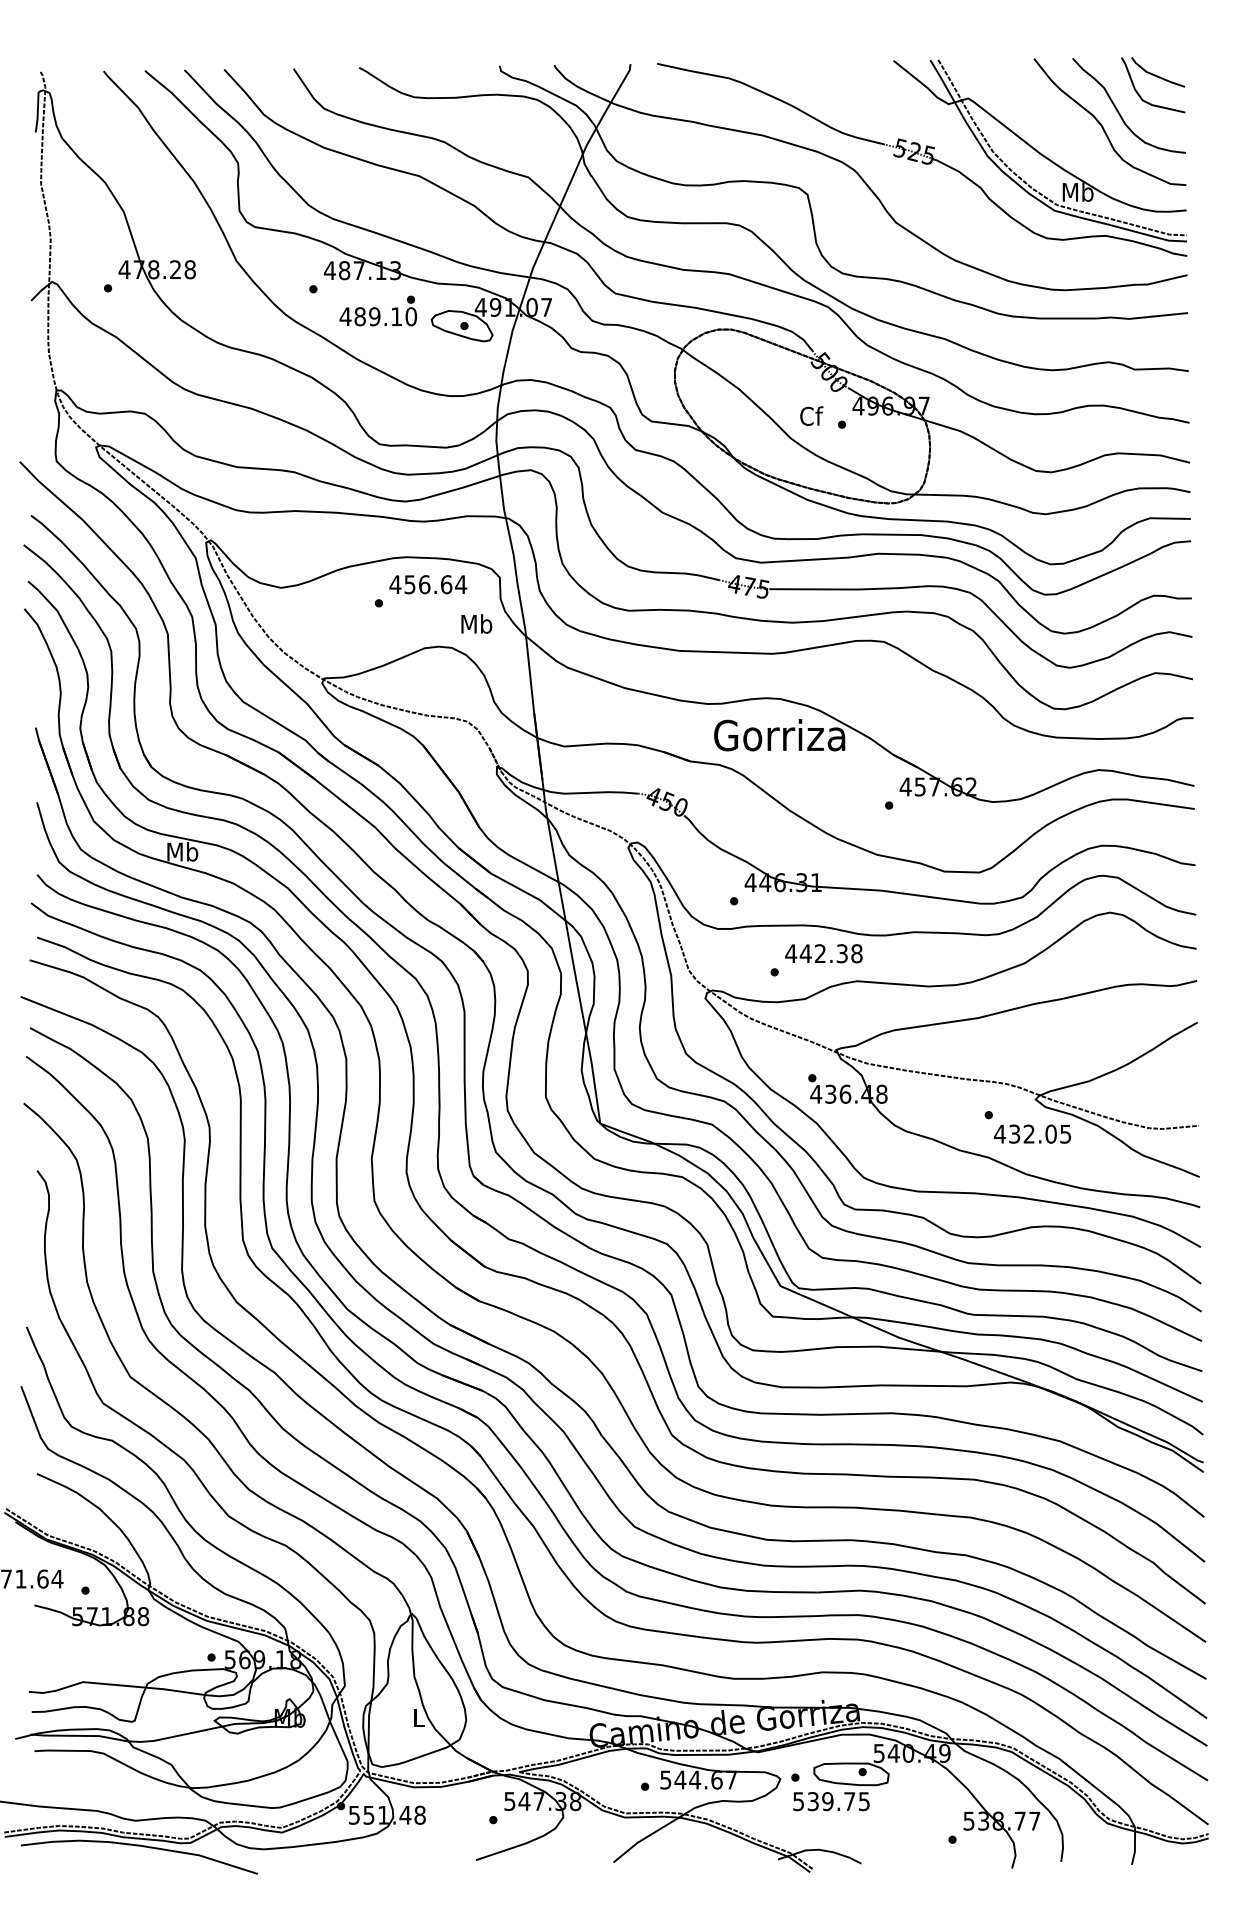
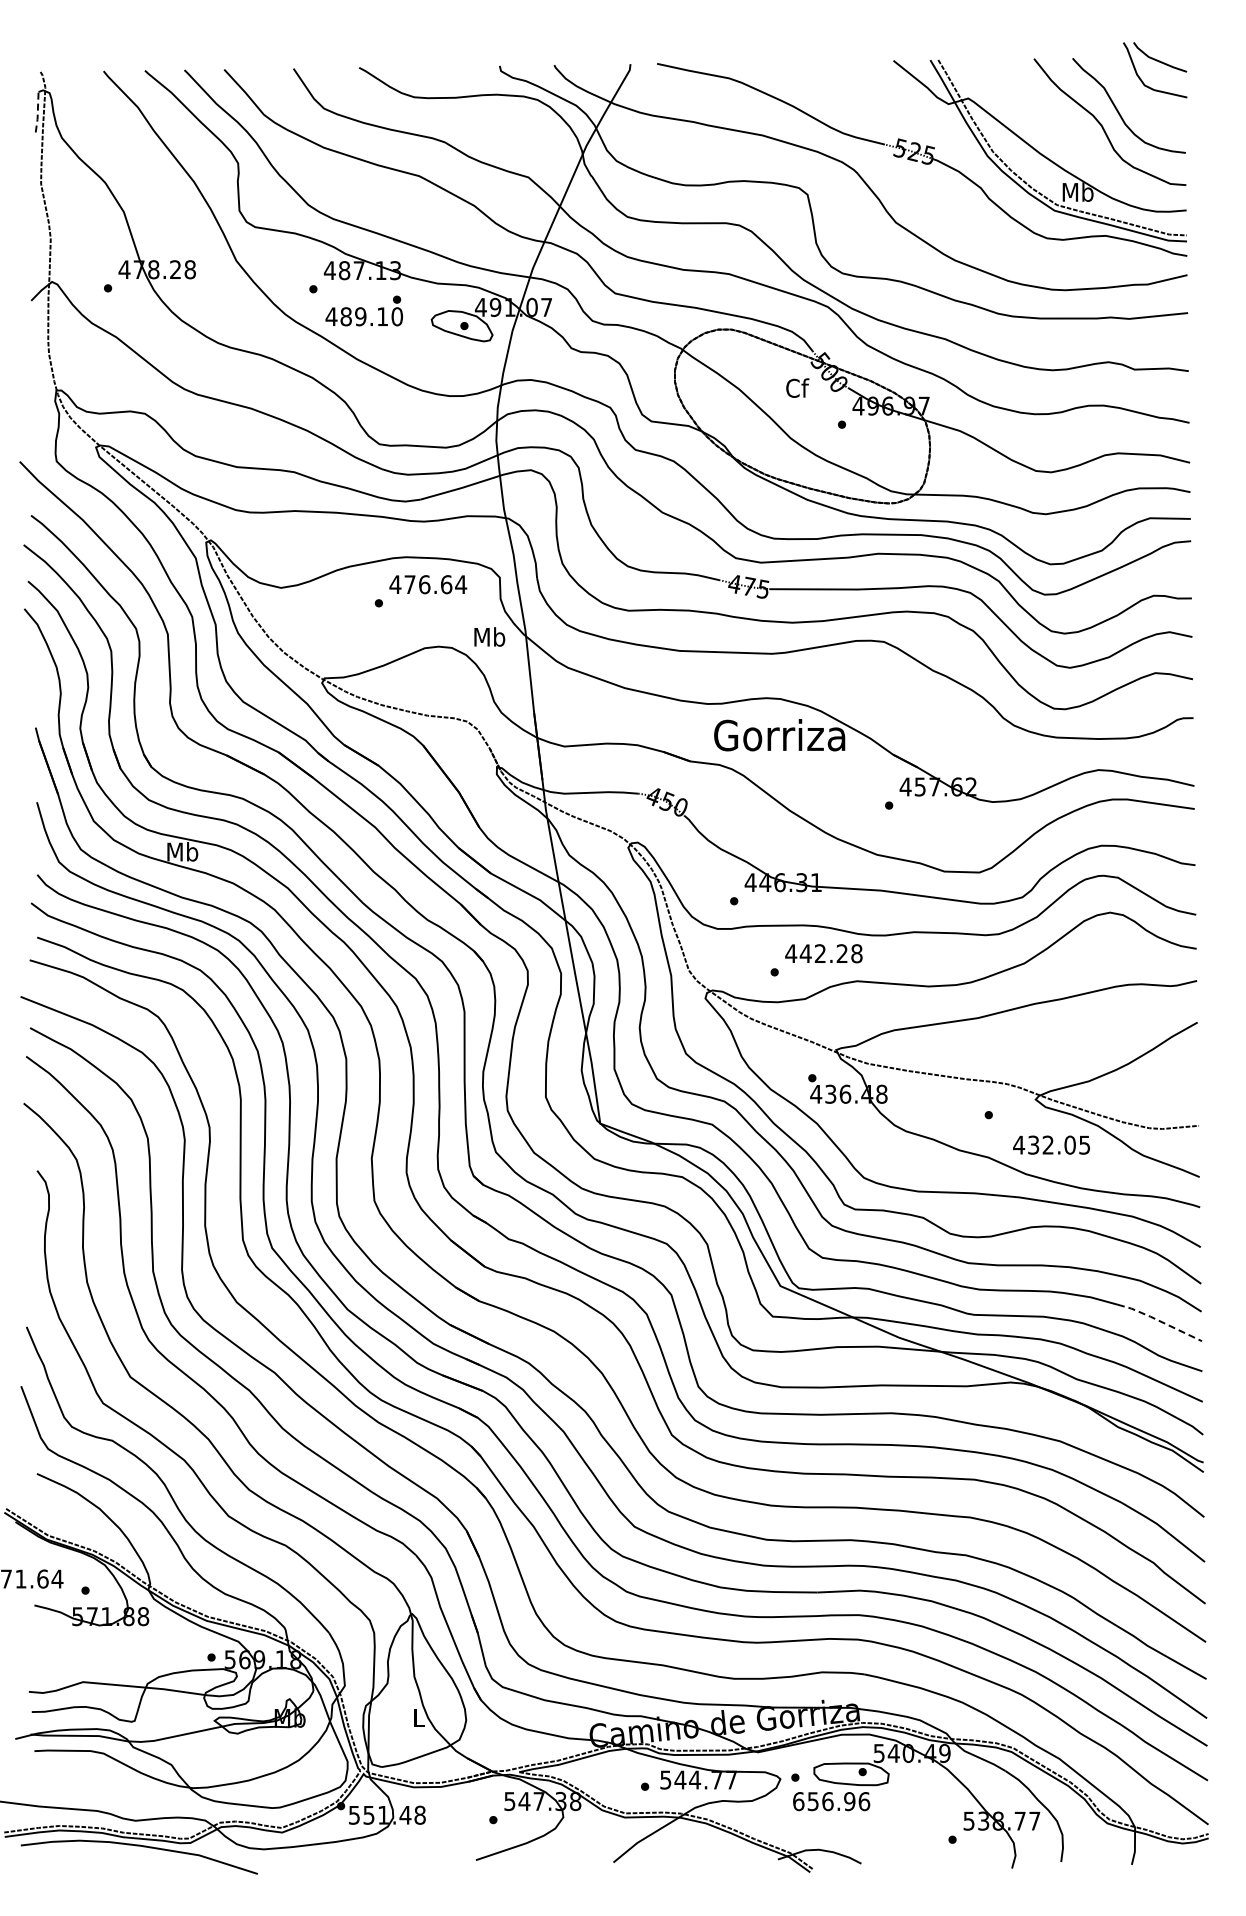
part at (1156, 77) position: (1156, 77) -> (1158, 62)
line at (37, 112): solid -> dashed
text at (377, 310) position: (377, 310) -> (363, 310)
text at (811, 415) position: (811, 415) -> (797, 387)
text at (409, 584): 456.64 -> 476.64
text at (476, 623) position: (476, 623) -> (489, 636)
text at (841, 953): 442.38 -> 442.28
text at (1032, 1133) position: (1032, 1133) -> (1051, 1144)
line at (1159, 1321): solid -> dashed
text at (716, 1779): 544.67 -> 544.77
text at (831, 1801): 539.75 -> 656.96
